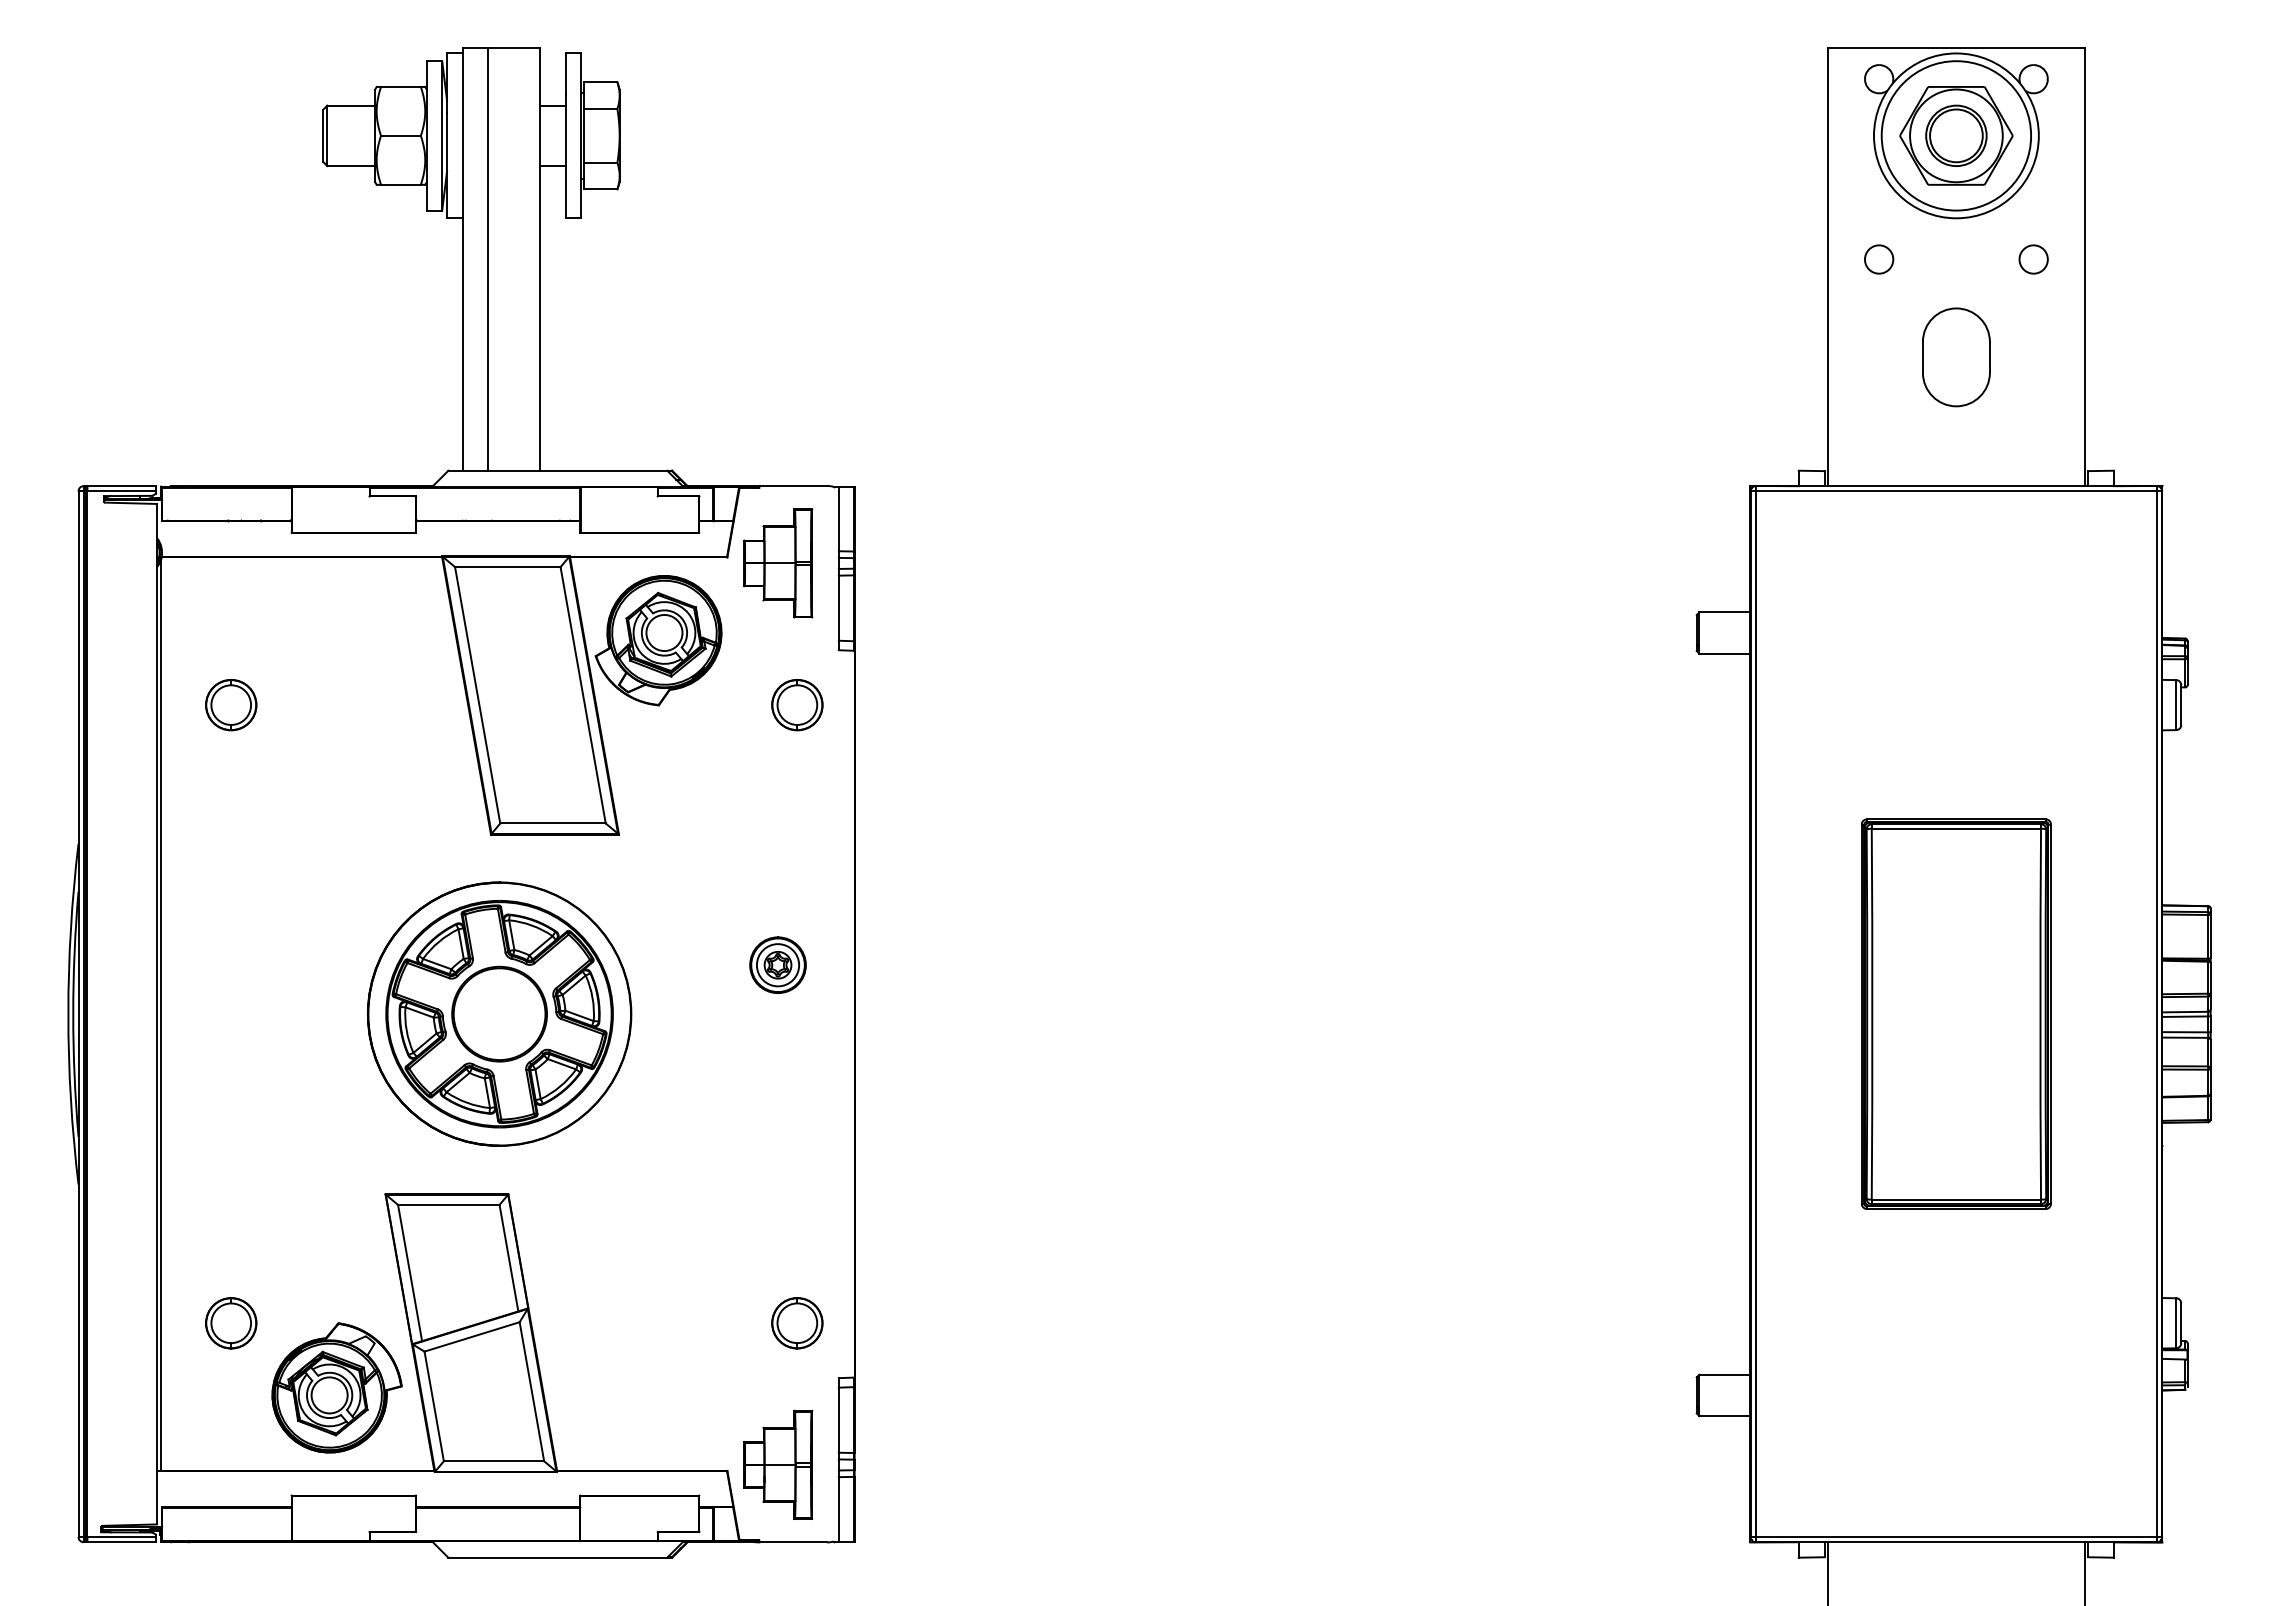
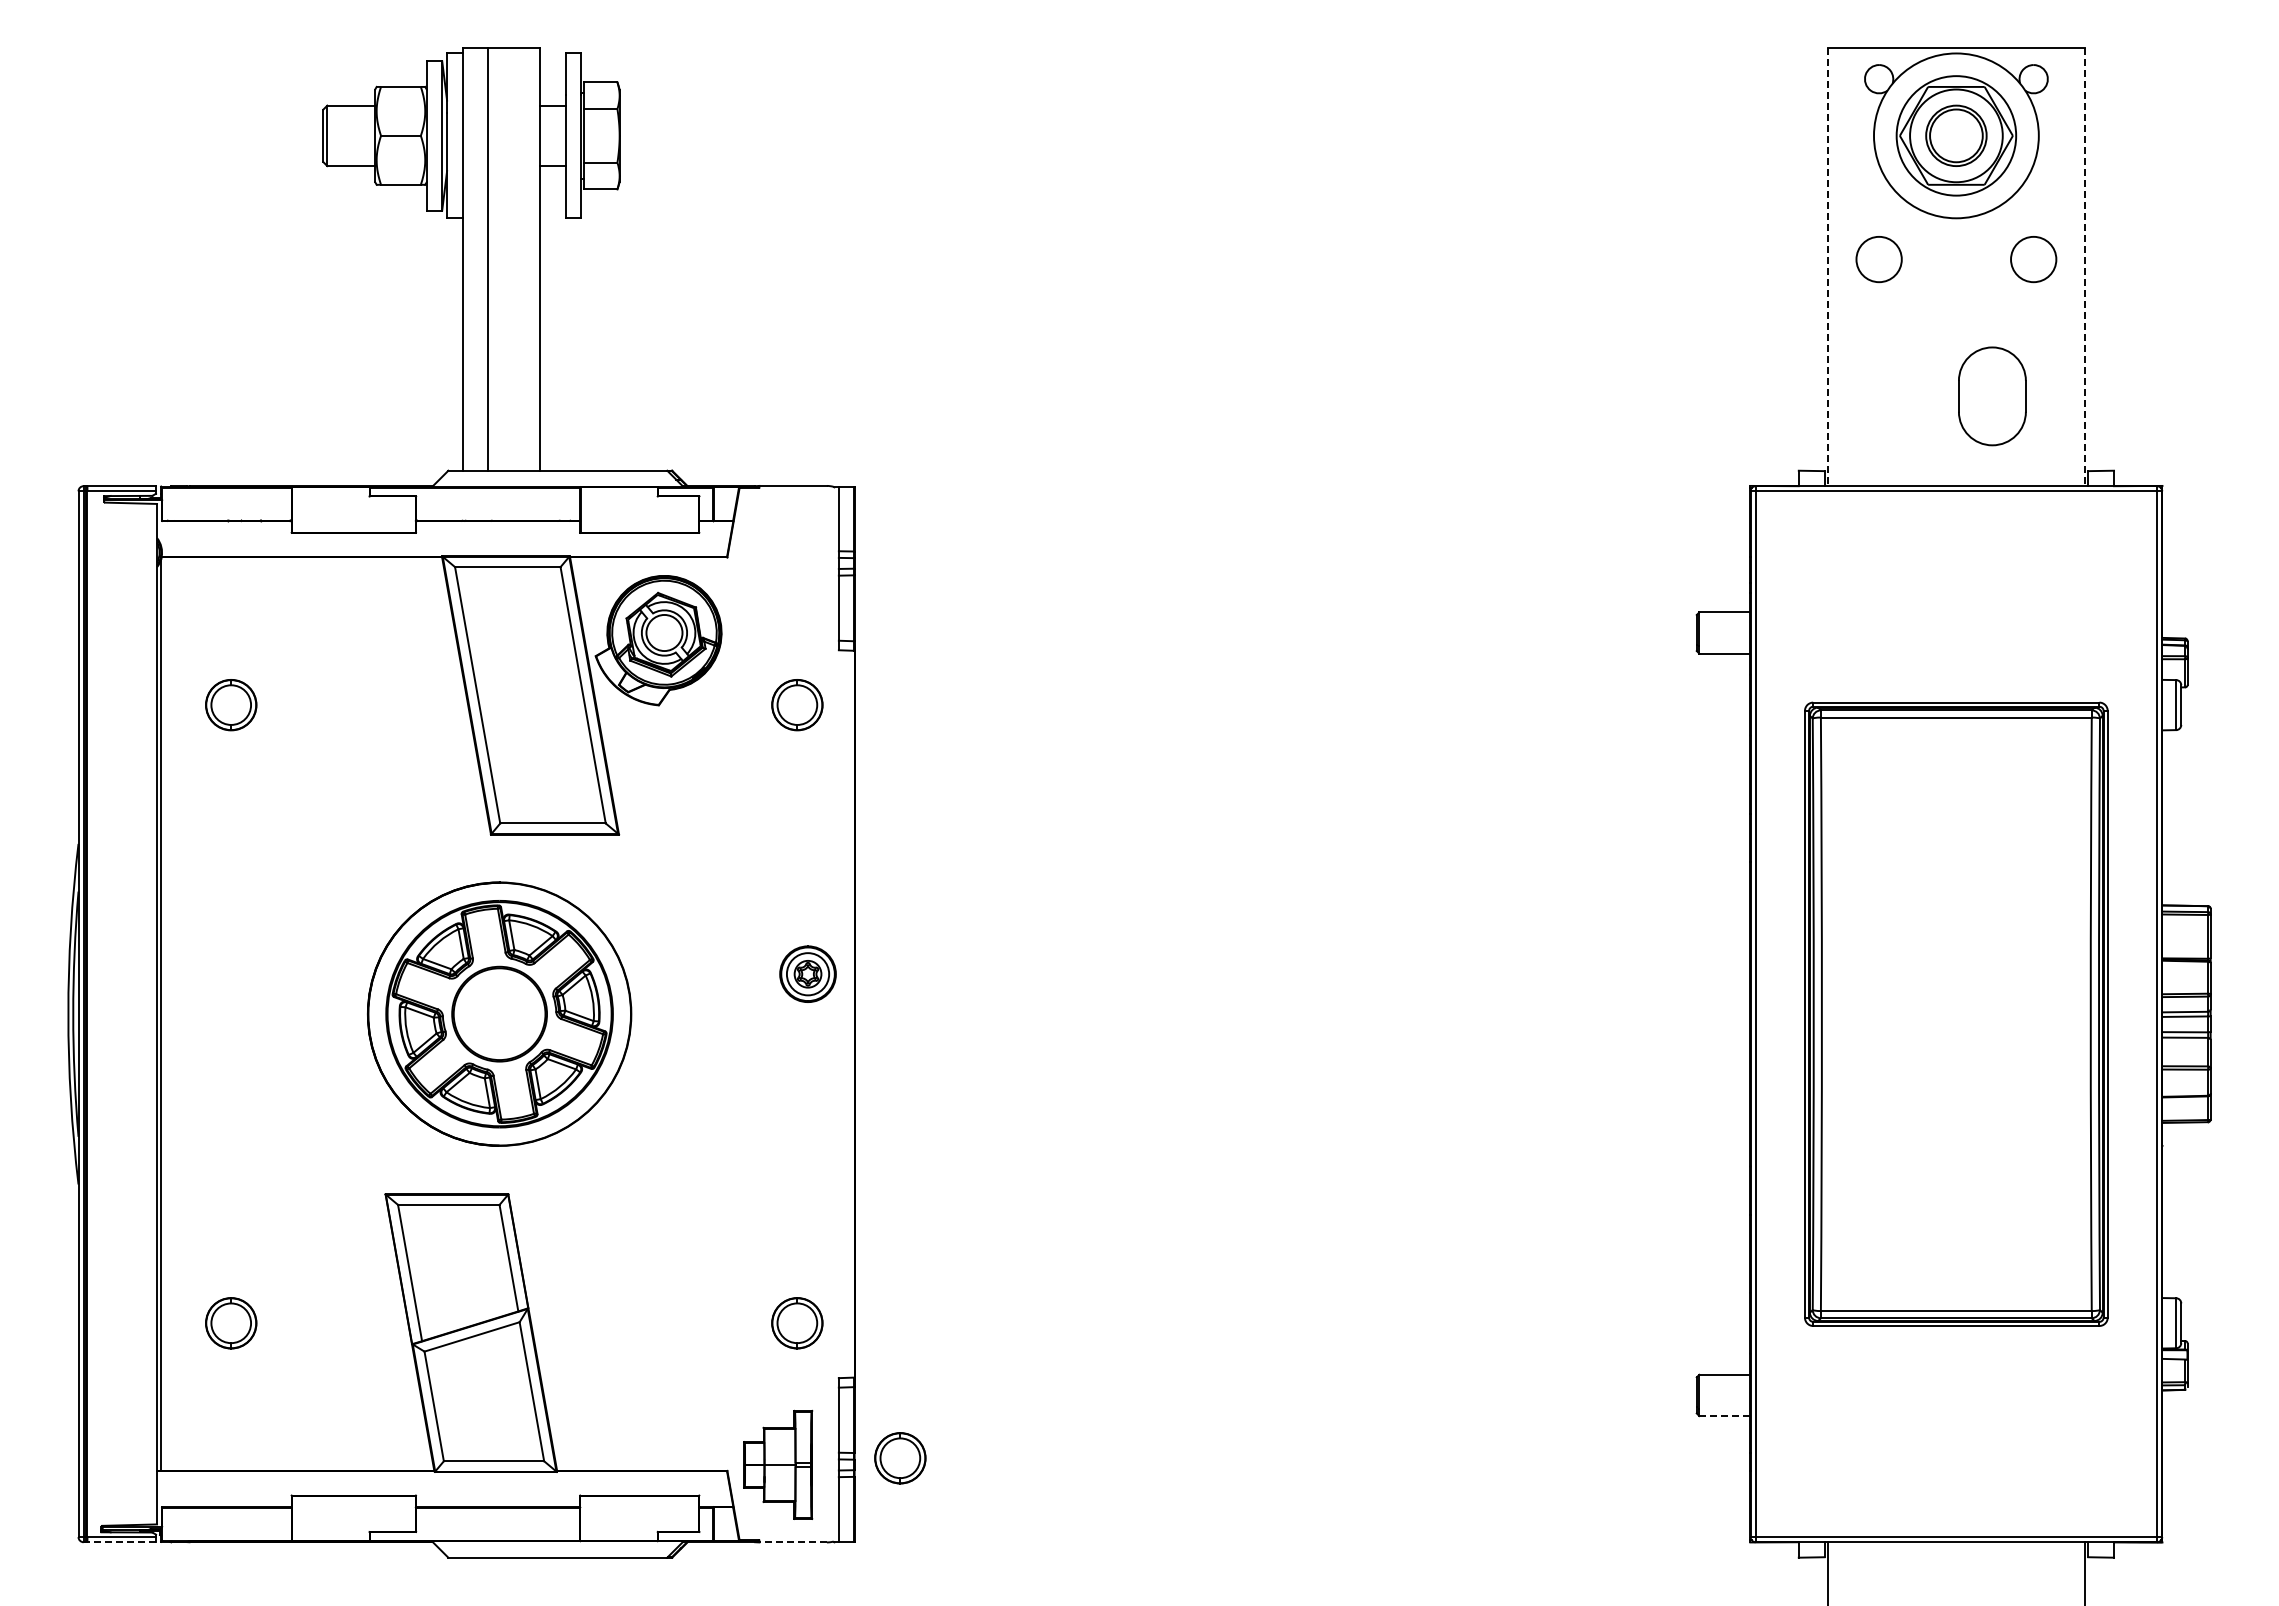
circle at (1956, 135) diameter: 149 px -> 120 px
circle at (1878, 259) diameter: 28 px -> 45 px
circle at (2033, 259) diameter: 28 px -> 45 px
line at (1827, 267): solid -> dashed
line at (2085, 267): solid -> dashed
part at (1956, 357) position: (1956, 357) -> (1992, 396)
part at (778, 563): present -> none
part at (777, 964) position: (777, 964) -> (807, 973)
part at (1956, 1013) size: 191x392 px -> 305x626 px
part at (336, 1387): present -> none
line at (1725, 1416): solid -> dashed
part at (900, 1458): none -> present
line at (121, 1542): solid -> dashed
line at (793, 1542): solid -> dashed
